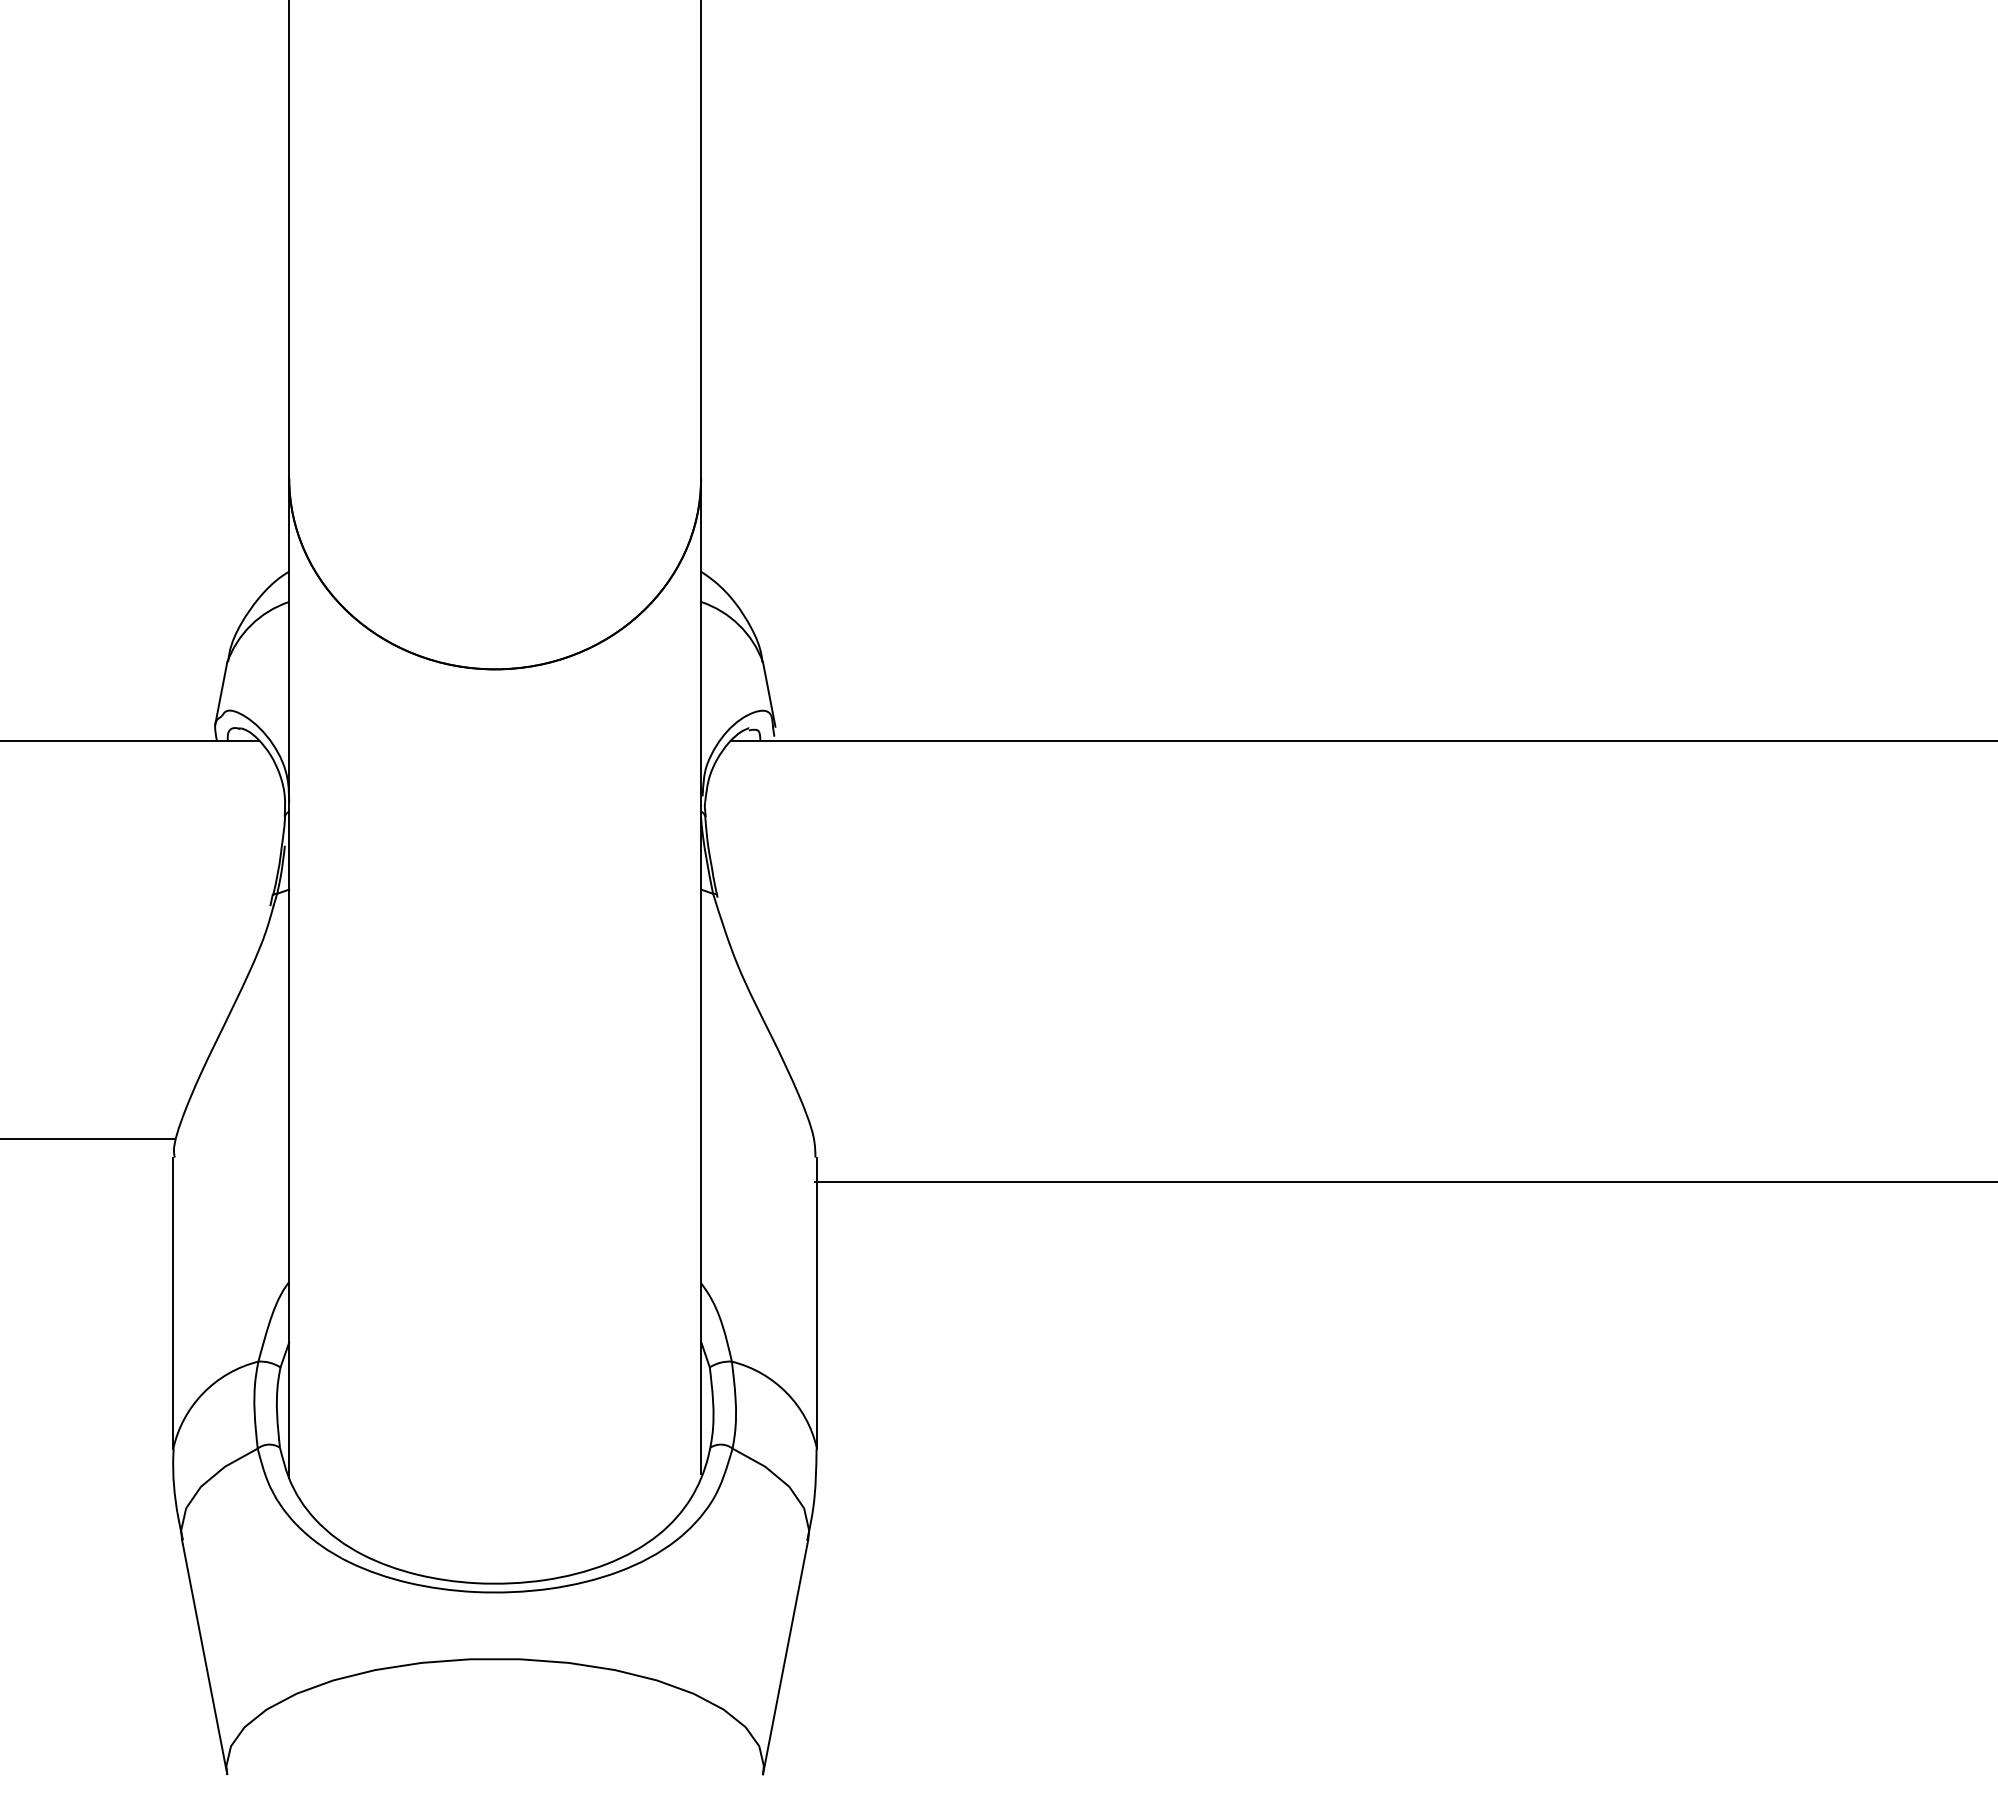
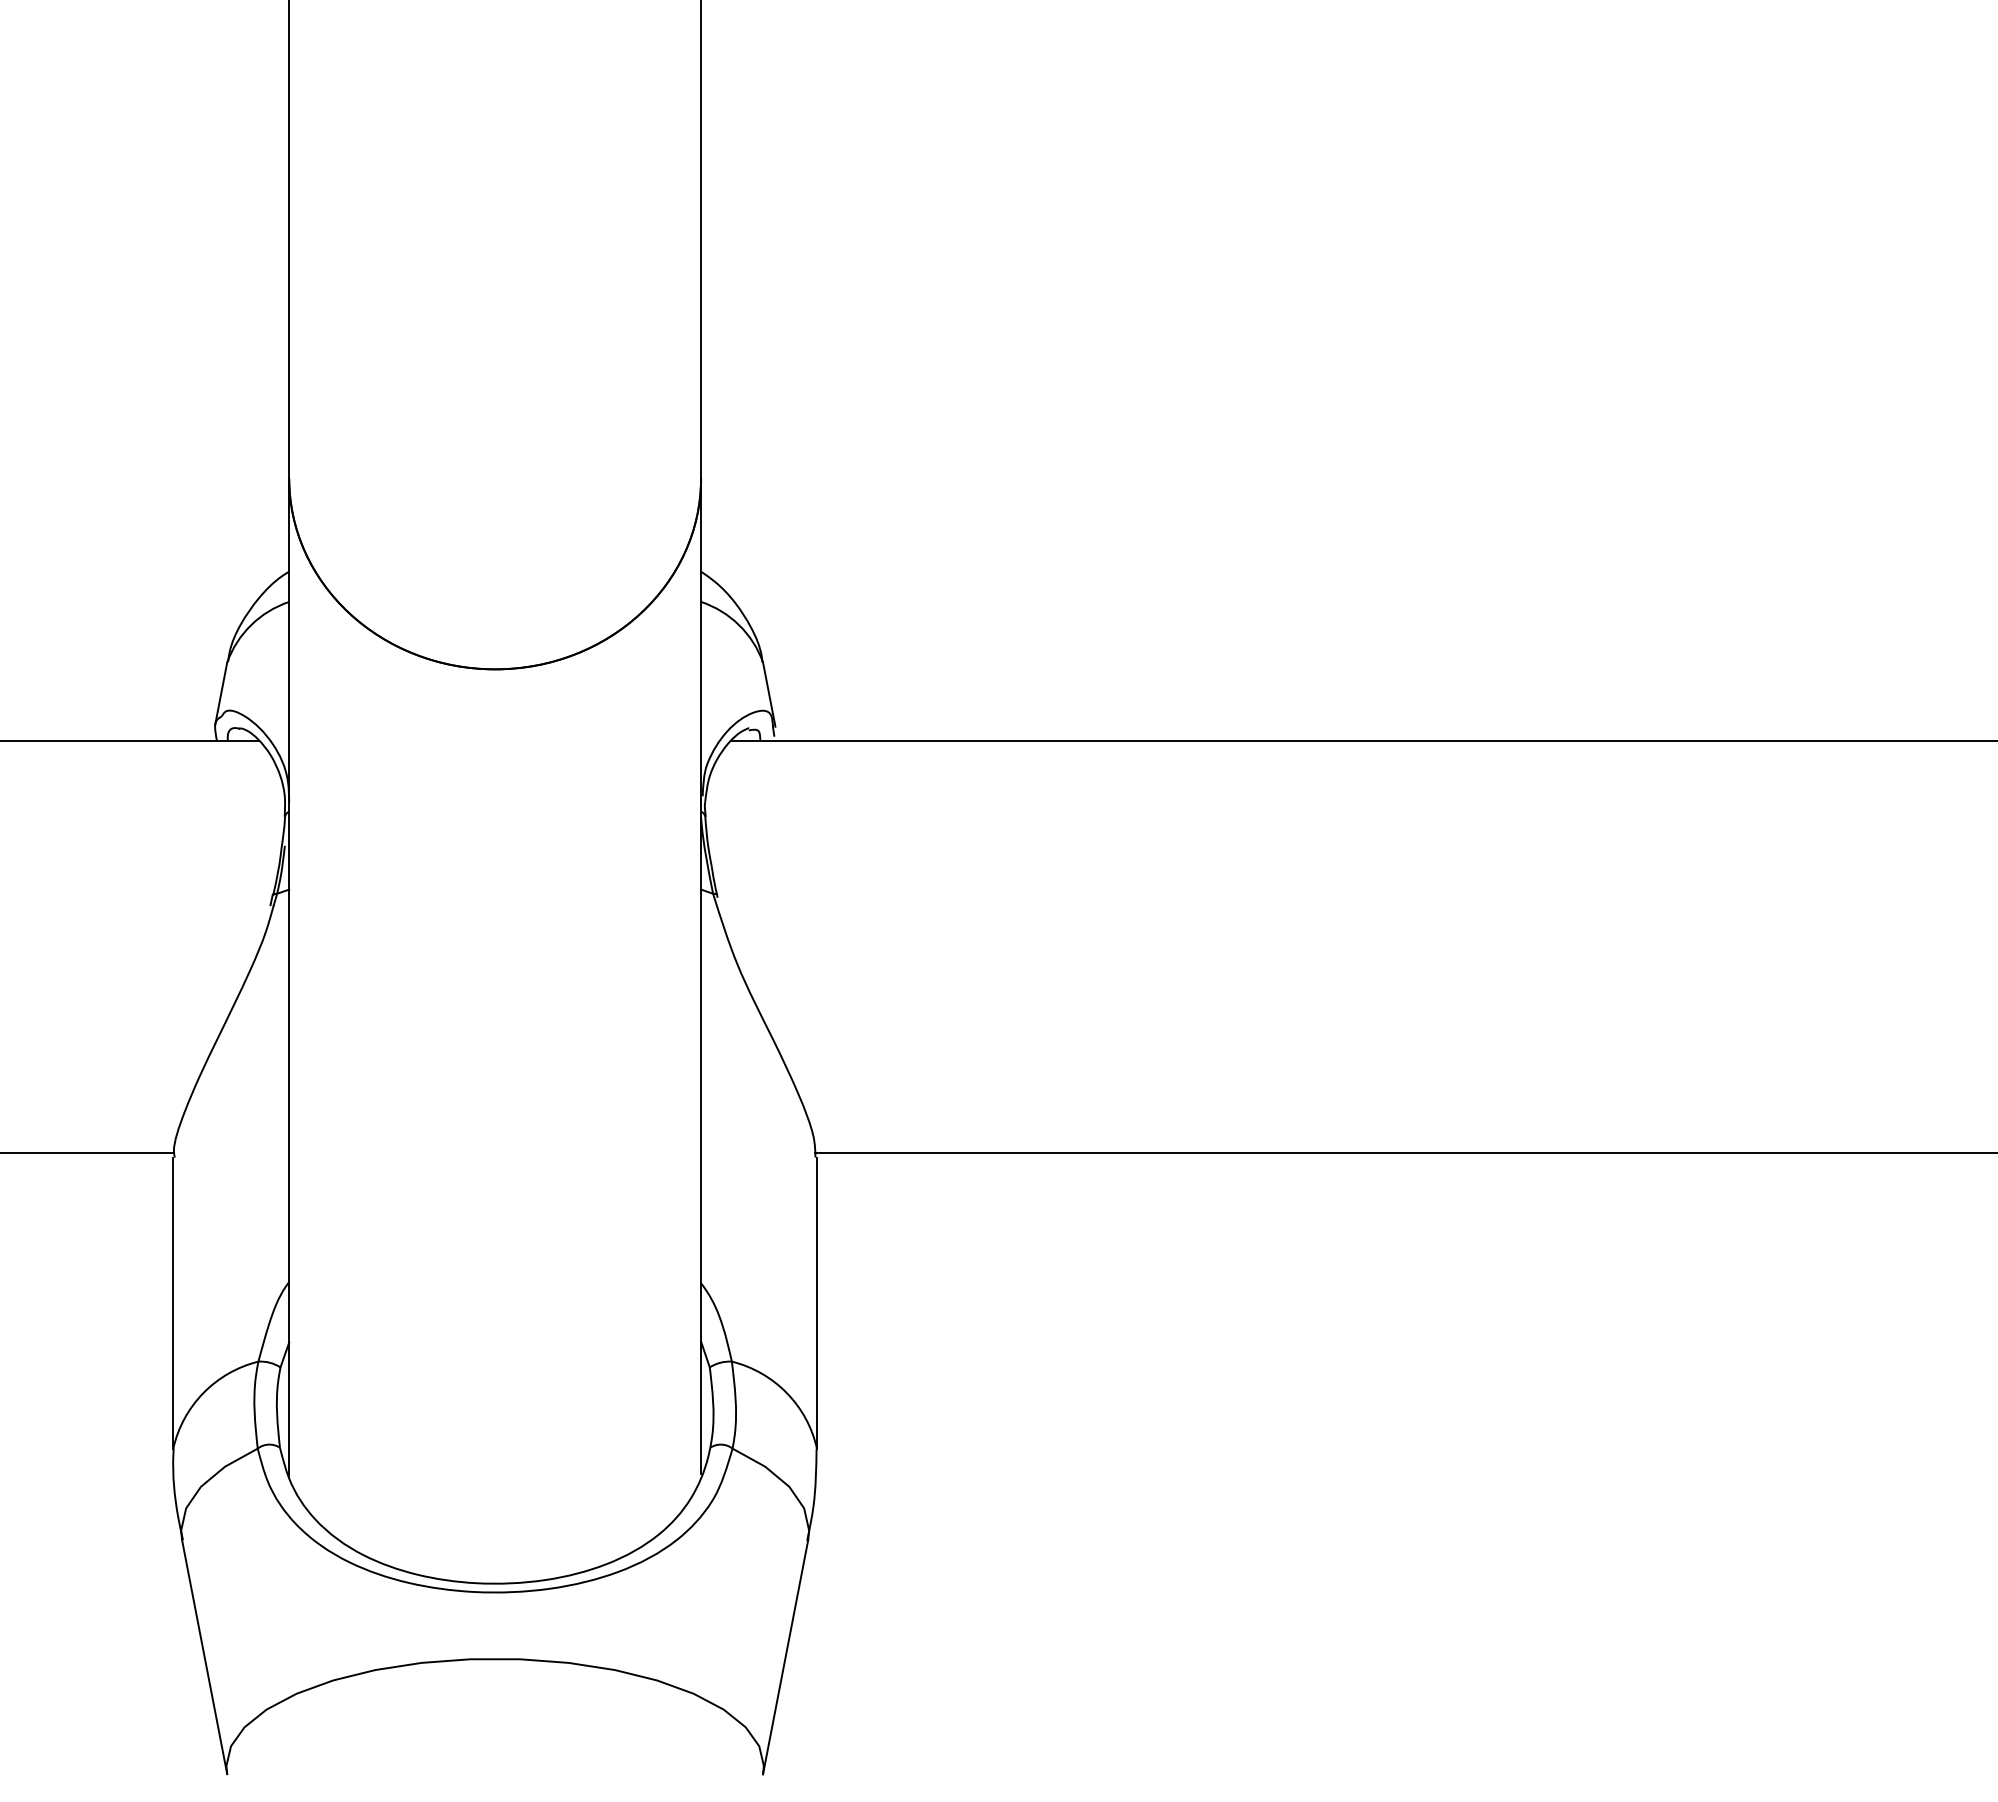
line at (88, 1138) position: (88, 1138) -> (88, 1152)
line at (1404, 1181) position: (1404, 1181) -> (1404, 1152)
